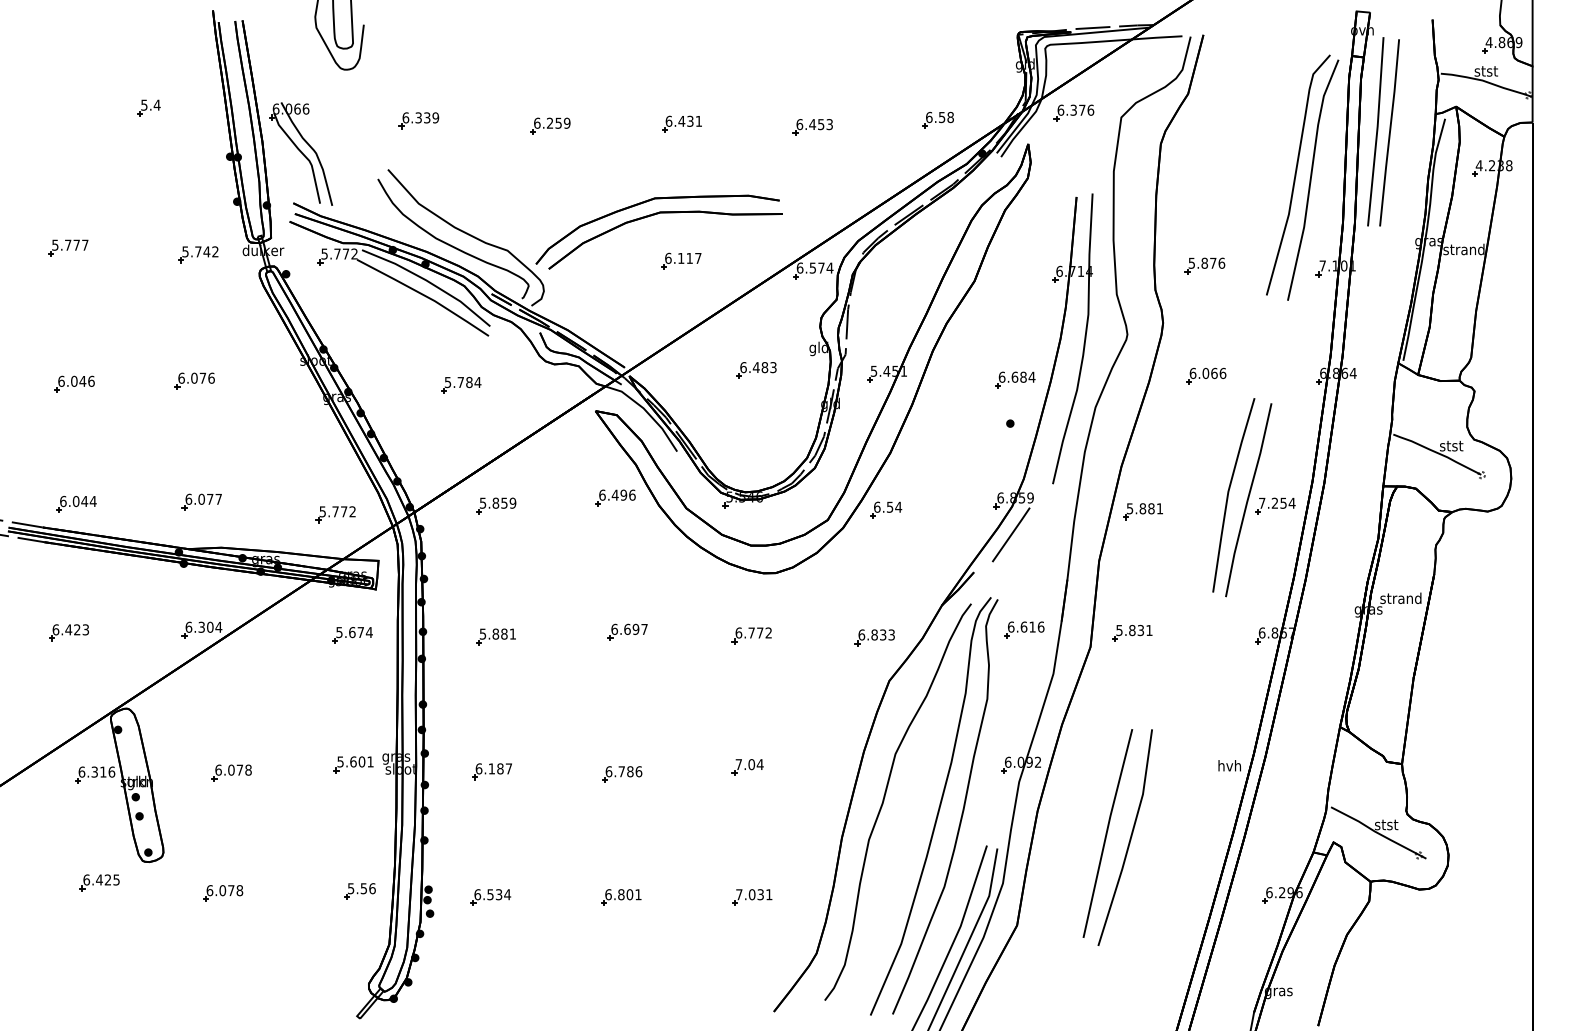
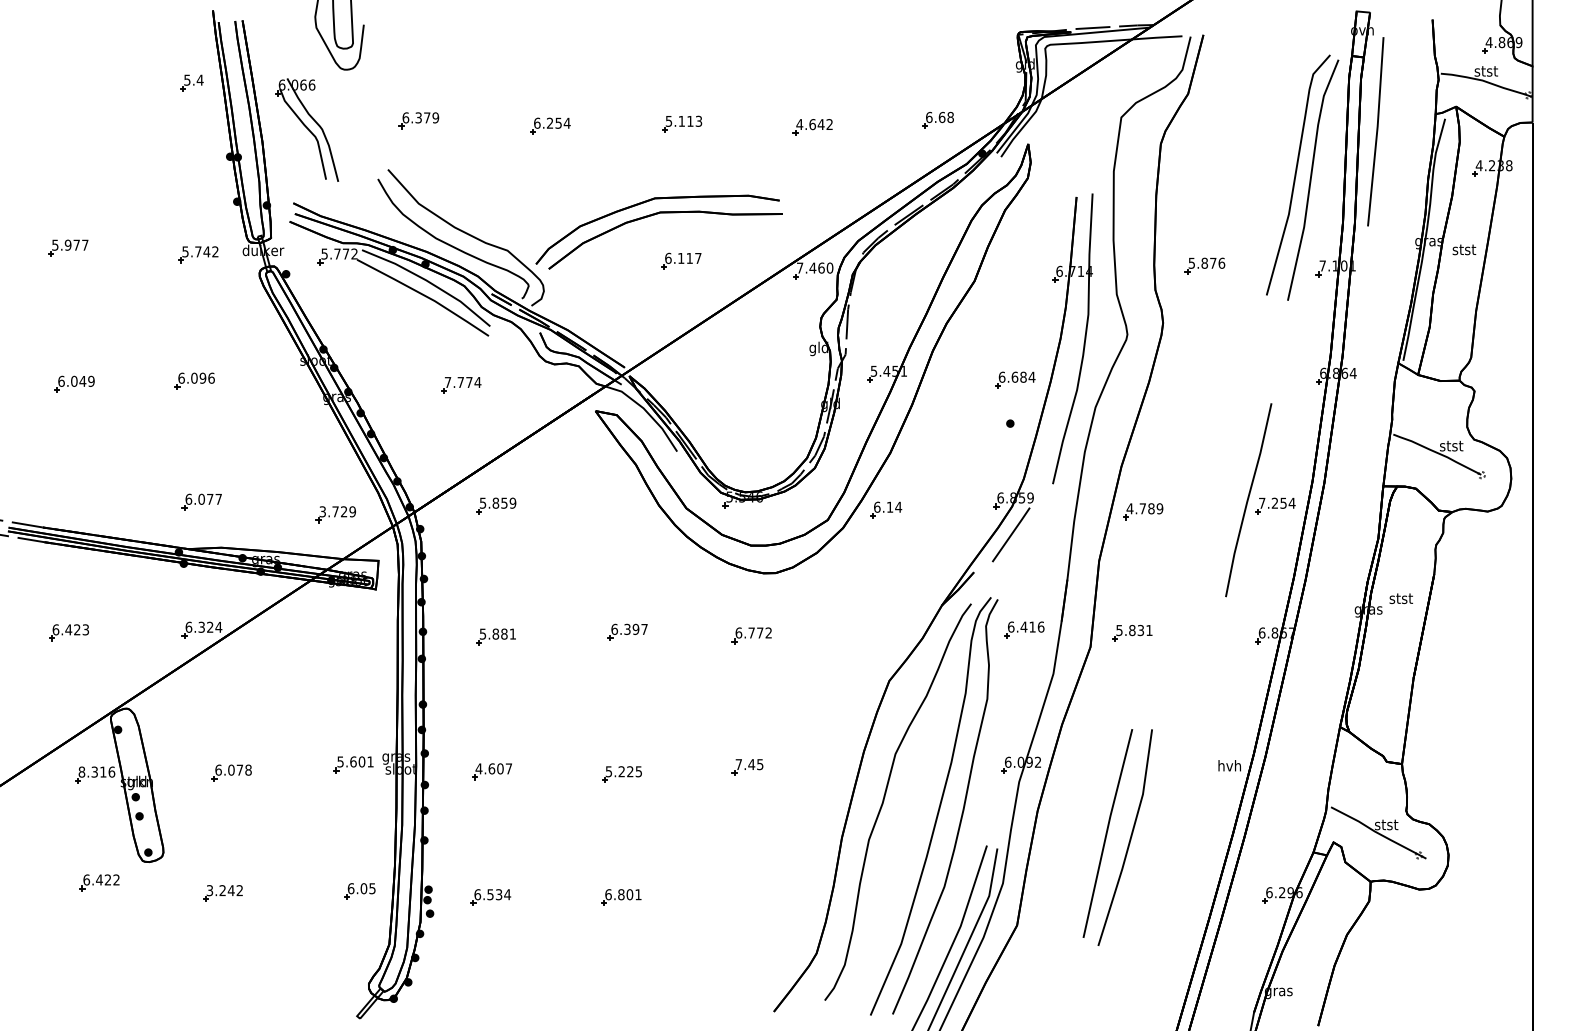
part at (148, 107) position: (148, 107) -> (191, 82)
part at (1073, 112): present -> none
text at (941, 116): 6.58 -> 6.68
text at (427, 117): 6.339 -> 6.379
text at (683, 120): 6.431 -> 5.113
text at (566, 122): 6.259 -> 6.254
text at (814, 124): 6.453 -> 4.642
line at (1389, 132): present -> none
part at (301, 153) position: (301, 153) -> (307, 129)
text at (67, 244): 5.777 -> 5.977
text at (1463, 249): strand -> stst
text at (814, 267): 6.574 -> 7.460
part at (756, 370): present -> none
part at (1206, 375): present -> none
text at (202, 377): 6.076 -> 6.096
text at (91, 380): 6.046 -> 6.049
text at (458, 382): 5.784 -> 7.774
line at (1229, 492): present -> none
part at (615, 497): present -> none
part at (76, 504): present -> none
text at (889, 506): 6.54 -> 6.14
text at (1144, 508): 5.881 -> 4.789
text at (337, 511): 5.772 -> 3.729
text at (1400, 598): strand -> stst
text at (210, 626): 6.304 -> 6.324
text at (1023, 626): 6.616 -> 6.416
text at (627, 628): 6.697 -> 6.397
part at (352, 635): present -> none
part at (874, 637): present -> none
text at (755, 764): 7.04 -> 7.45
text at (489, 768): 6.187 -> 4.607
text at (81, 771): 6.316 -> 8.316
text at (623, 771): 6.786 -> 5.225
text at (116, 879): 6.425 -> 6.422
text at (361, 888): 5.56 -> 6.05
text at (224, 890): 6.078 -> 3.242
part at (752, 897): present -> none
